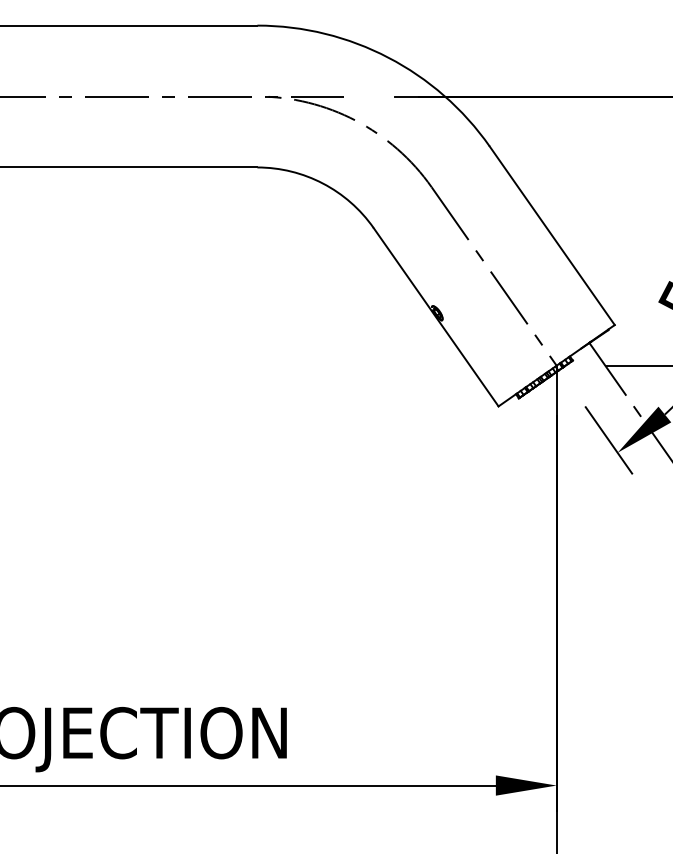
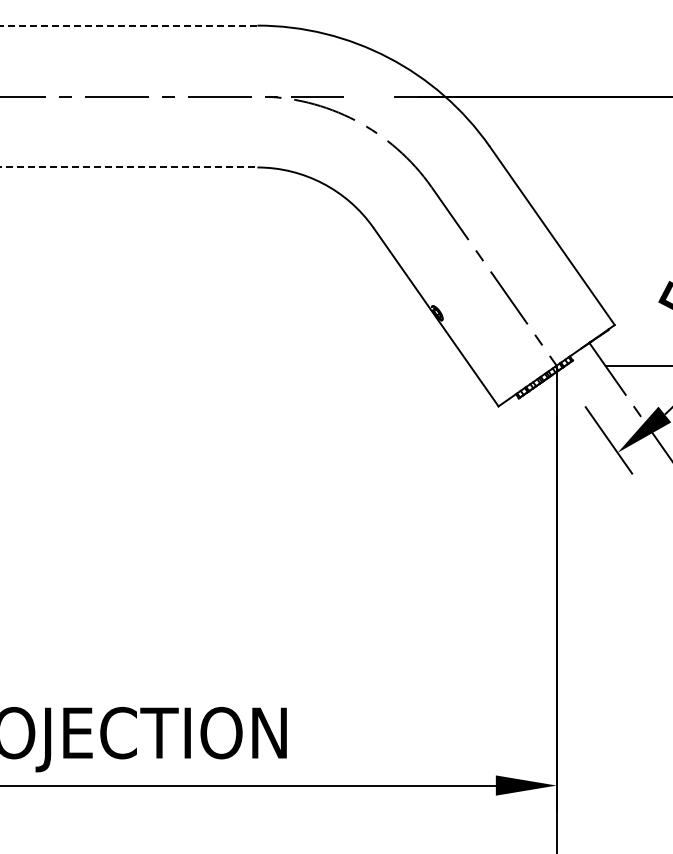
line at (128, 25): solid -> dashed
line at (129, 167): solid -> dashed
